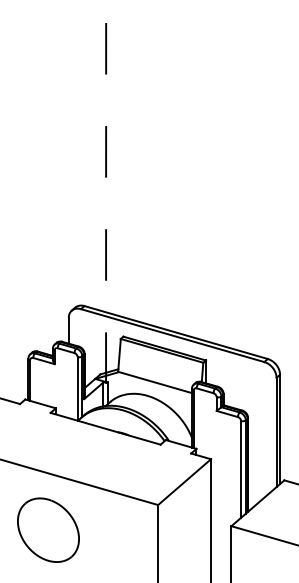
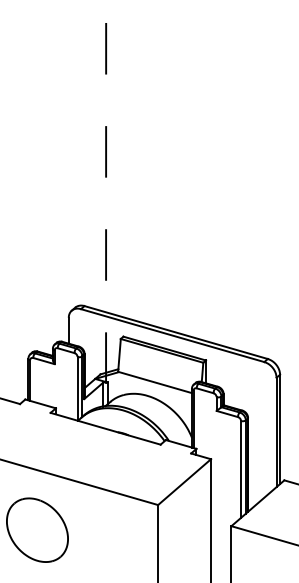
part at (48, 529) position: (48, 529) -> (37, 529)
